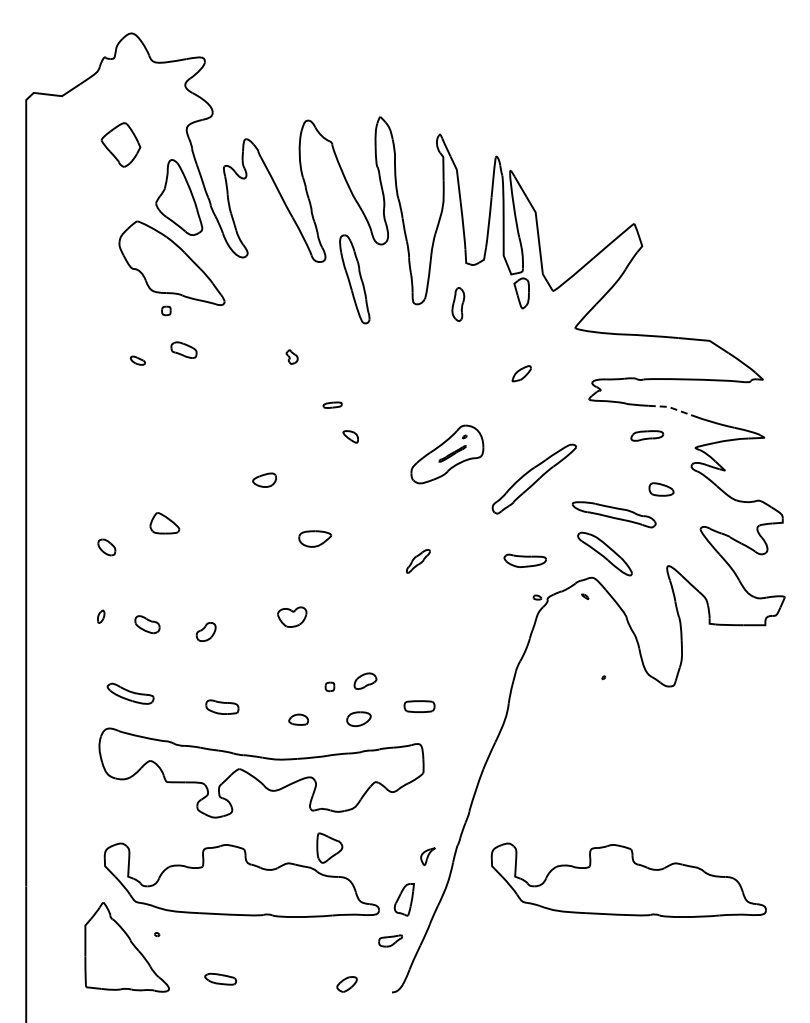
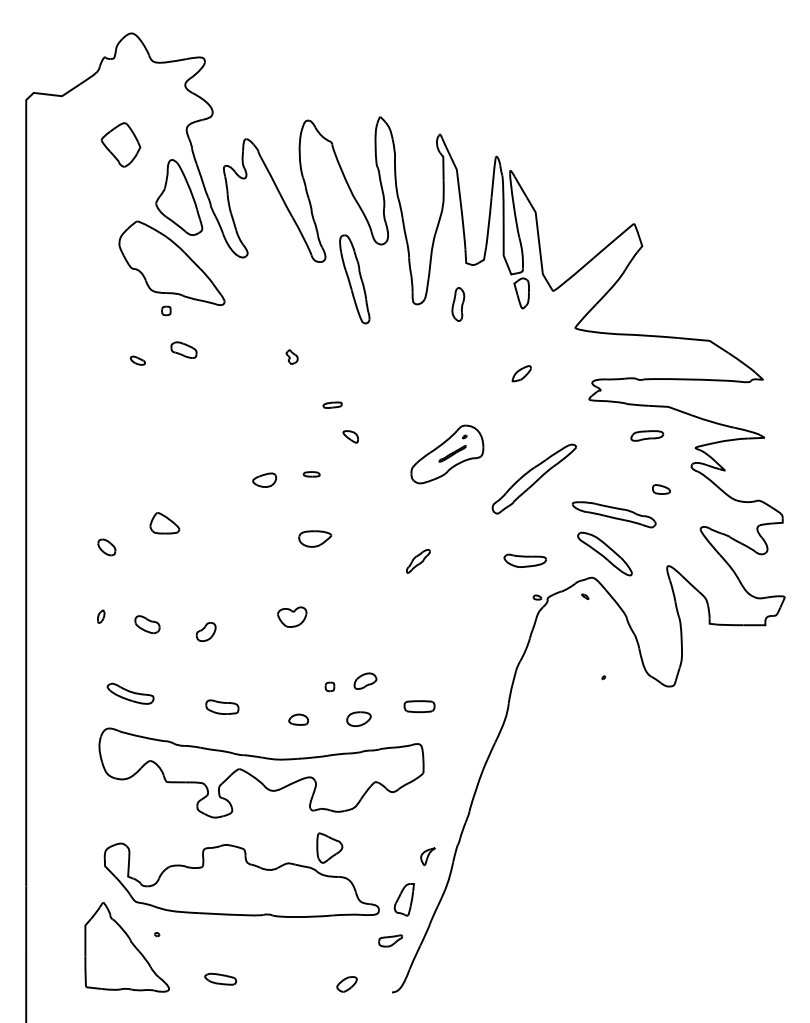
line at (670, 407): dashed -> solid
part at (311, 474): none -> present
part at (661, 489) size: 27x15 px -> 19x11 px
part at (628, 879): present -> none
